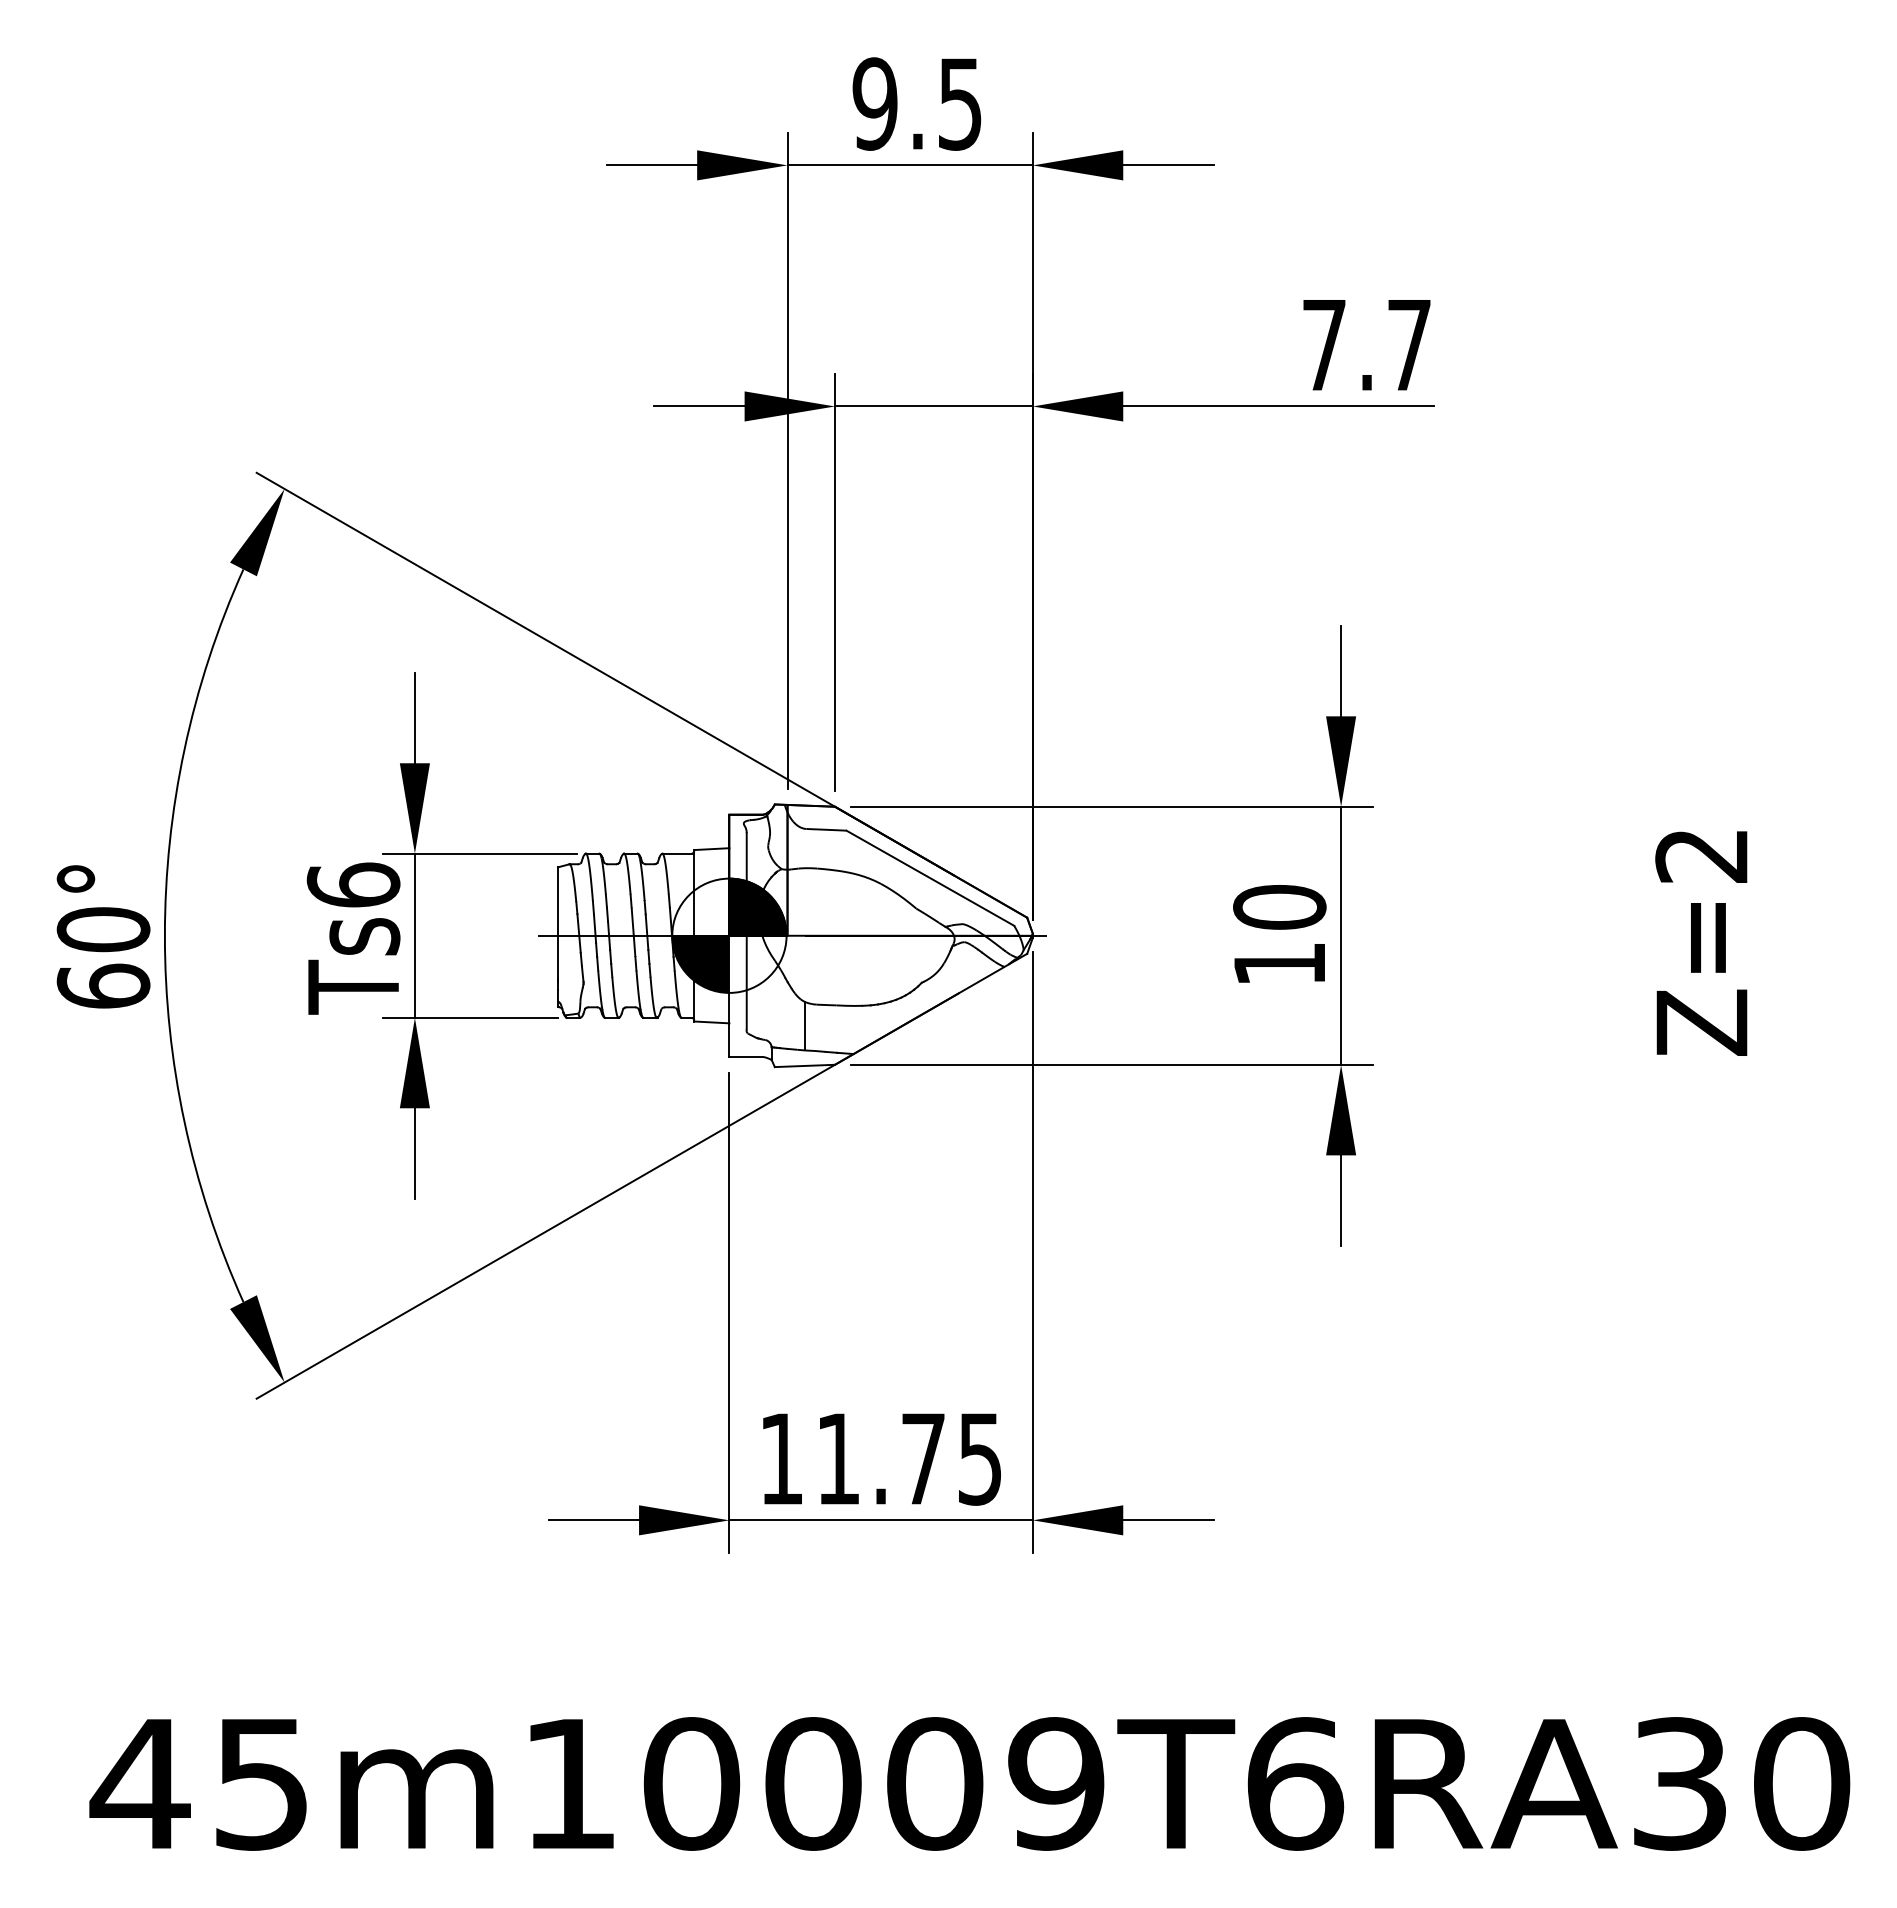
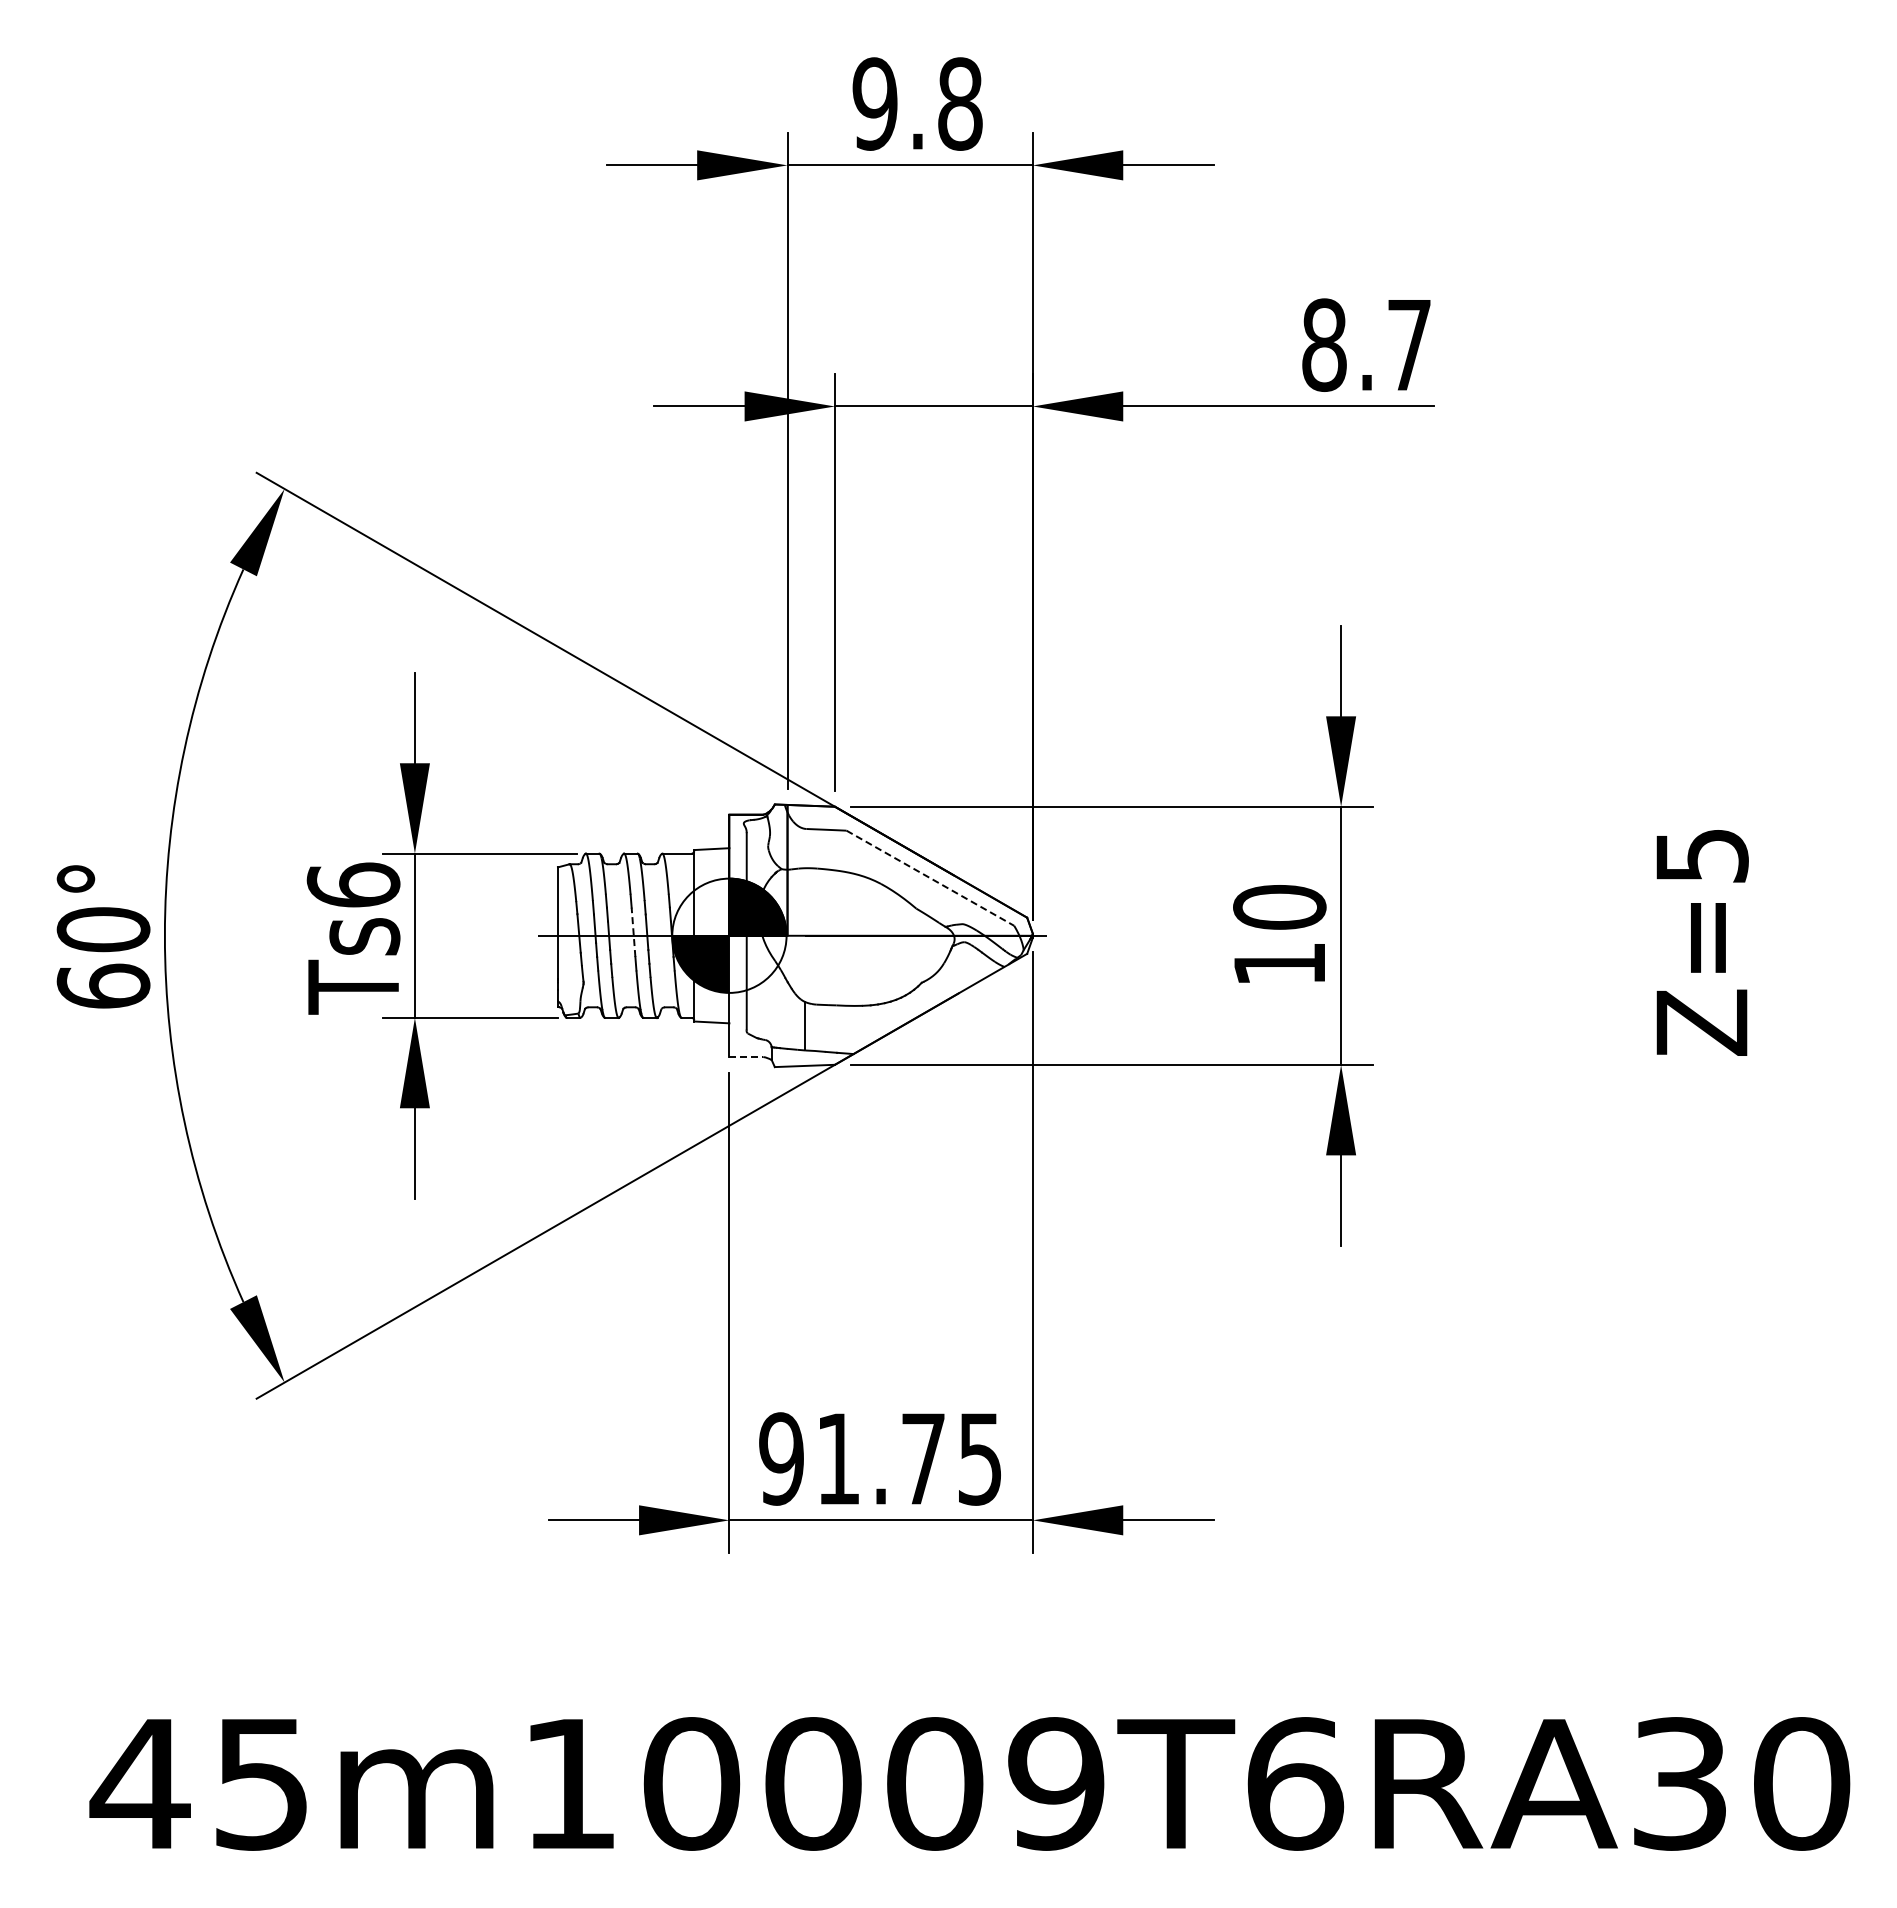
text at (960, 103): 9.5 -> 9.8
text at (1324, 344): 7.7 -> 8.7
text at (1701, 856): Z=2 -> Z=5
line at (930, 878): solid -> dashed
line at (633, 931): solid -> dashed
line at (746, 1057): solid -> dashed
text at (781, 1458): 11.75 -> 91.75
